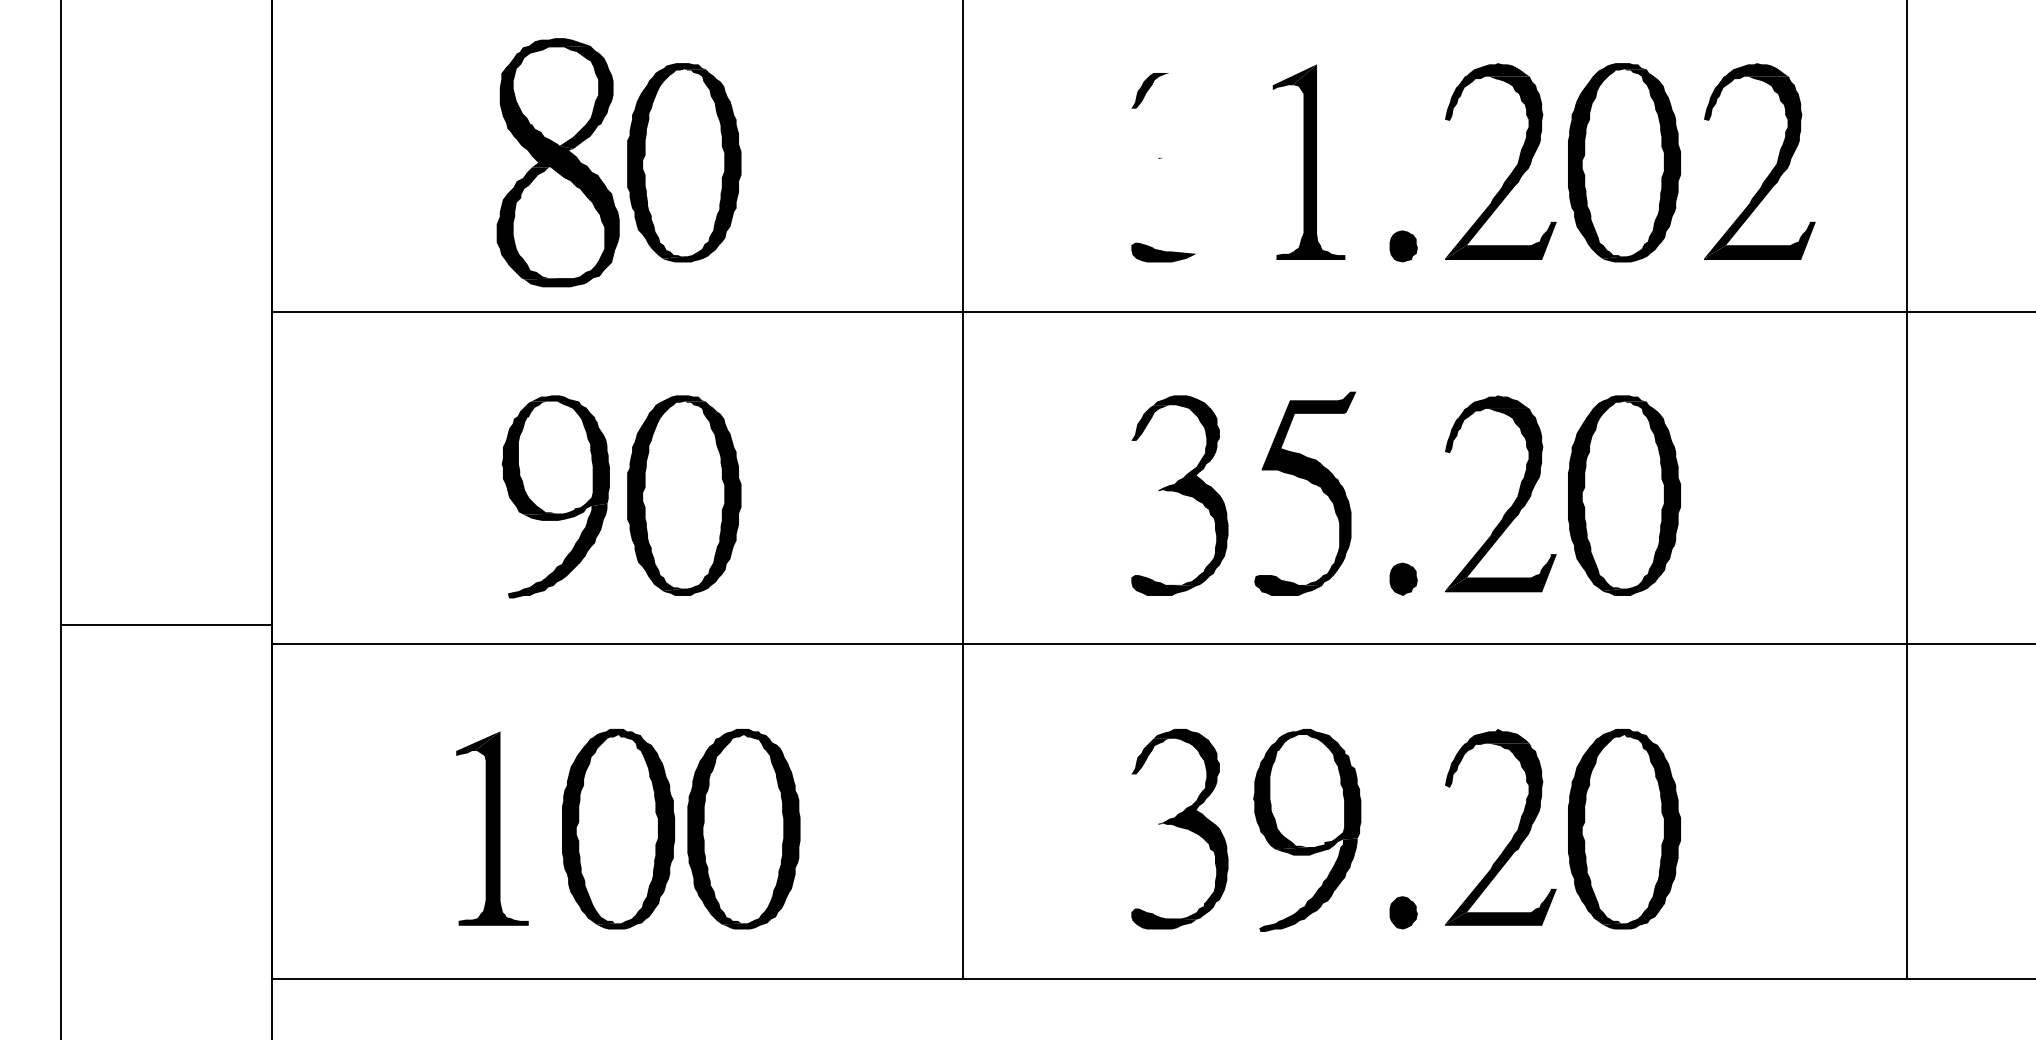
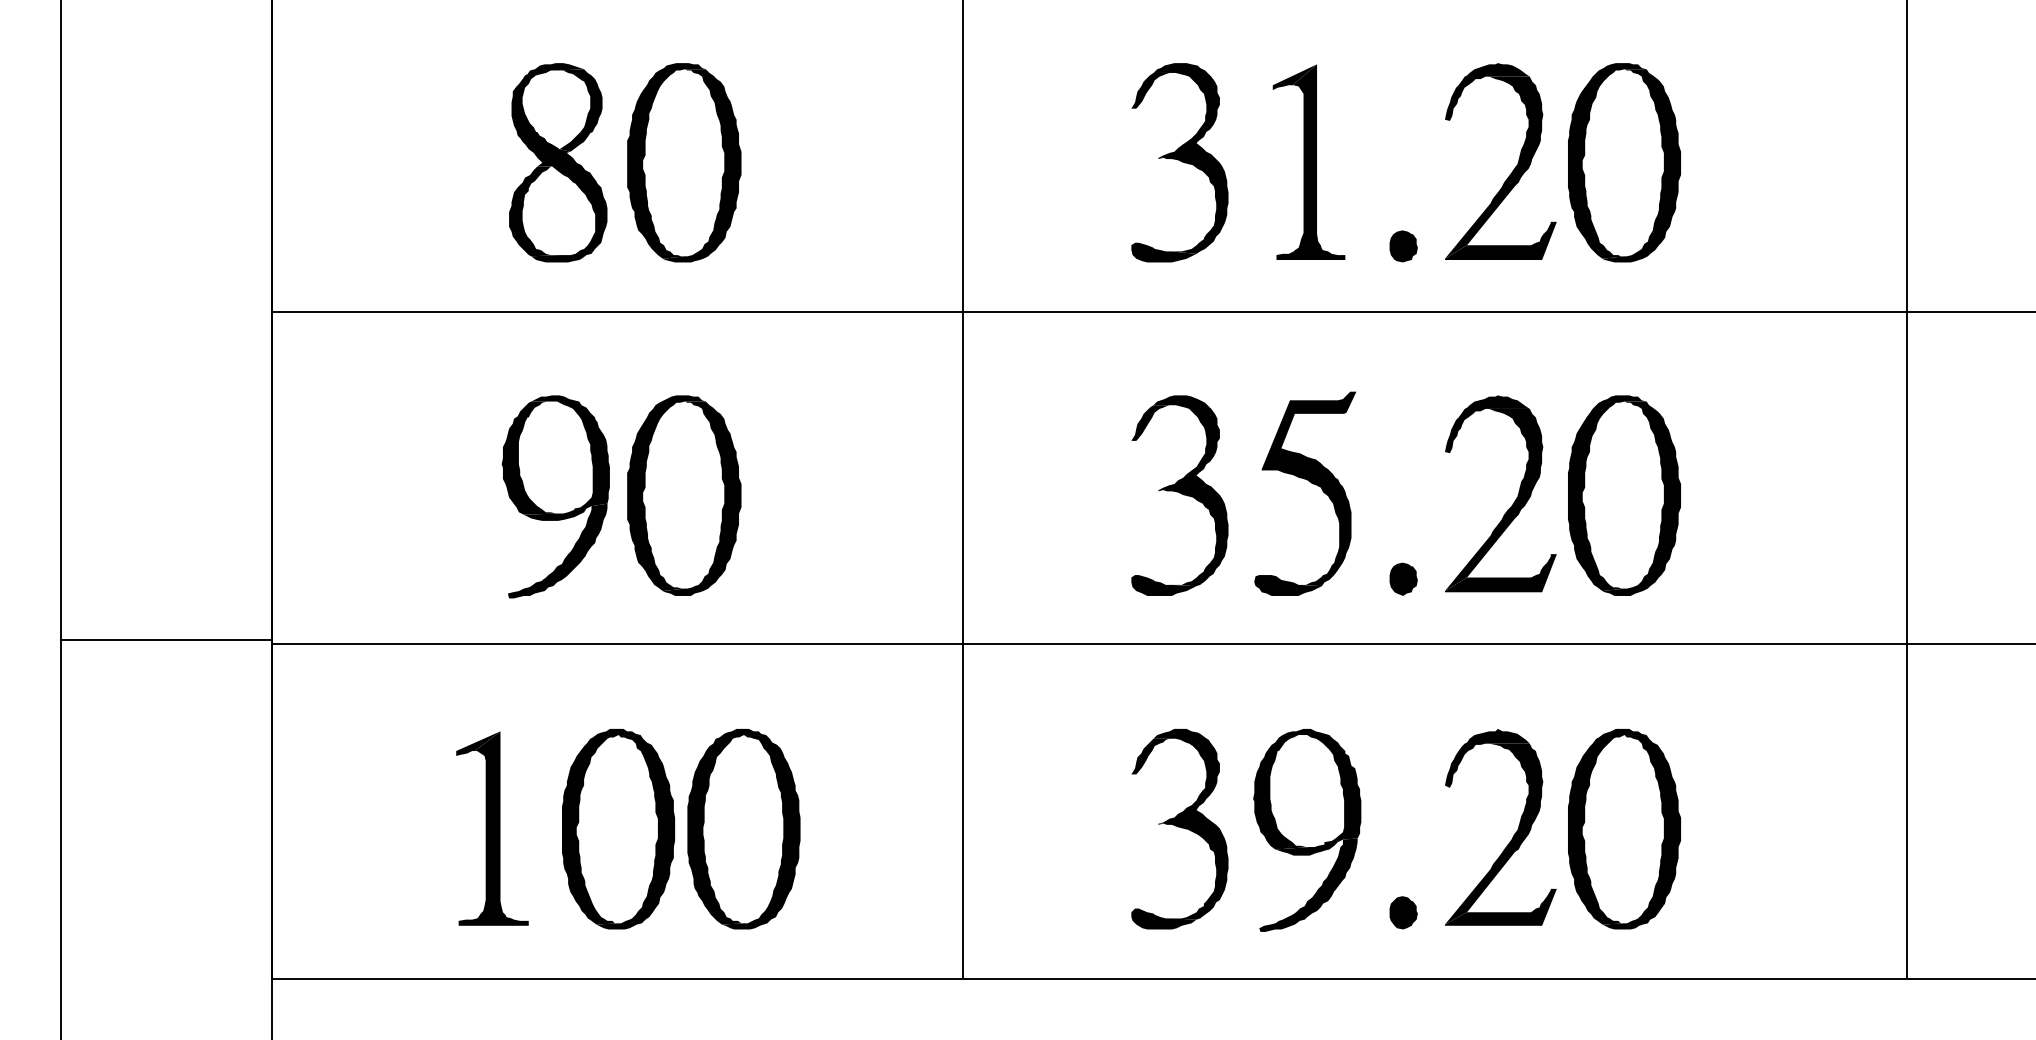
fill at (1190, 158): none -> present
part at (557, 162) size: 124x250 px -> 99x200 px
part at (1771, 170): present -> none
line at (166, 624) position: (166, 624) -> (166, 639)
